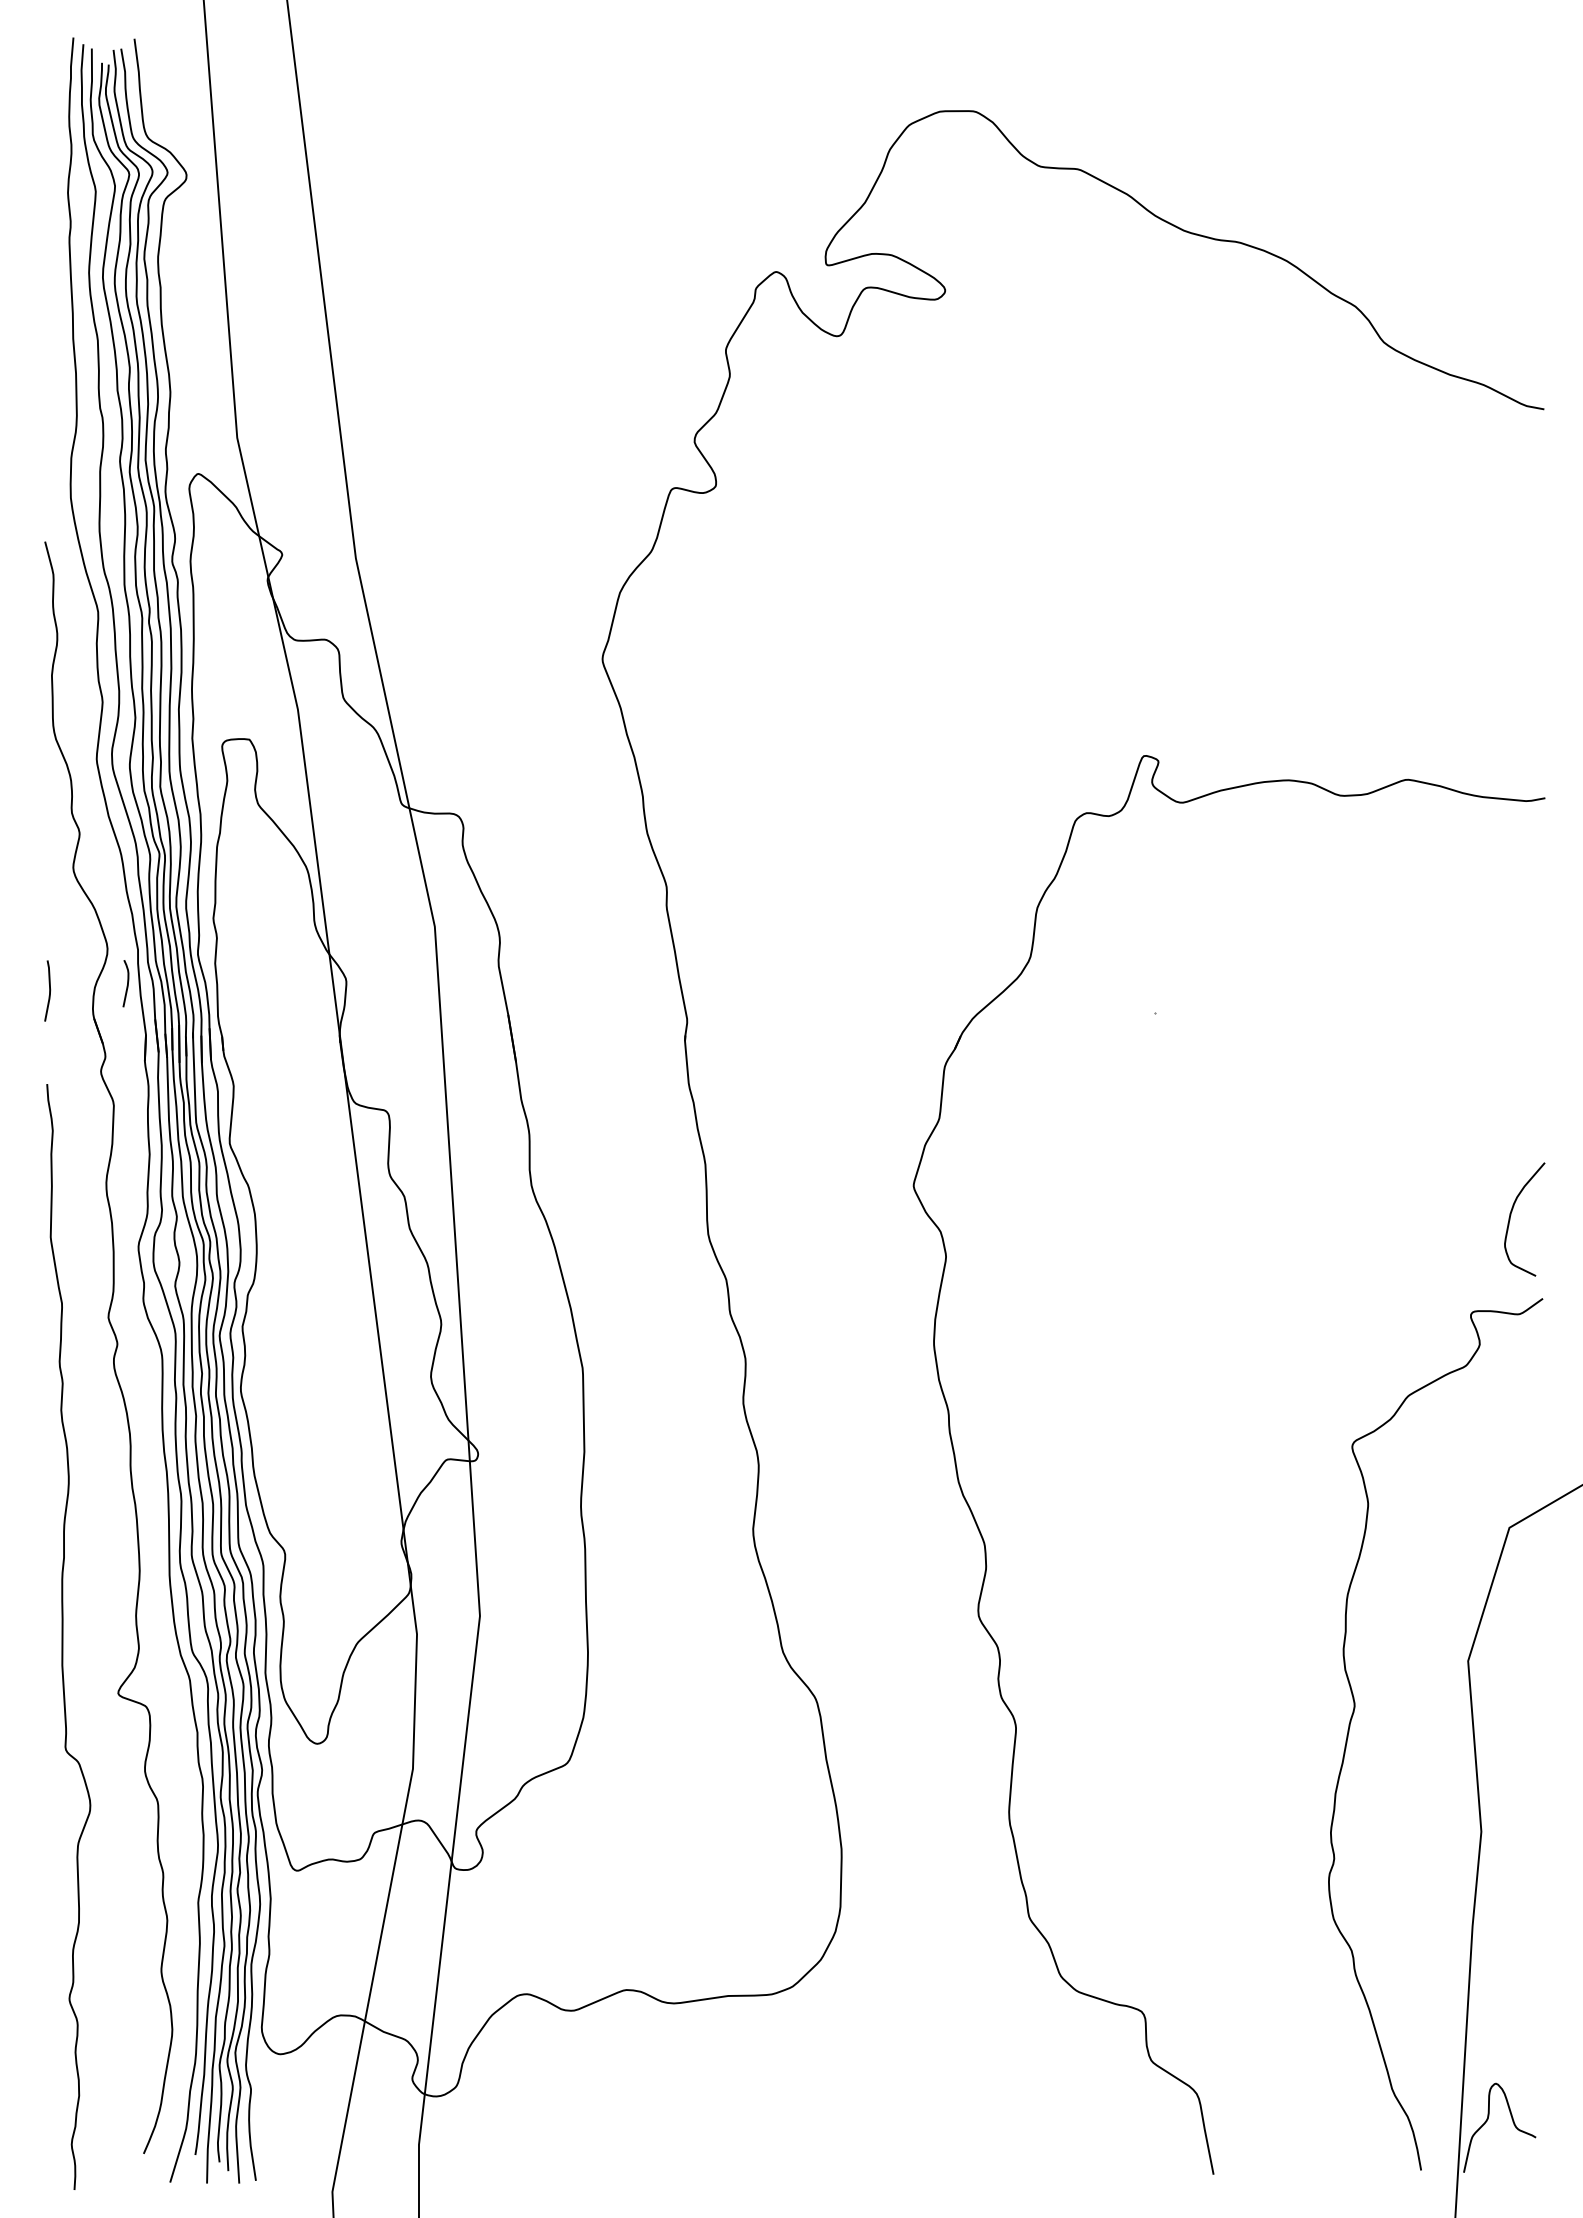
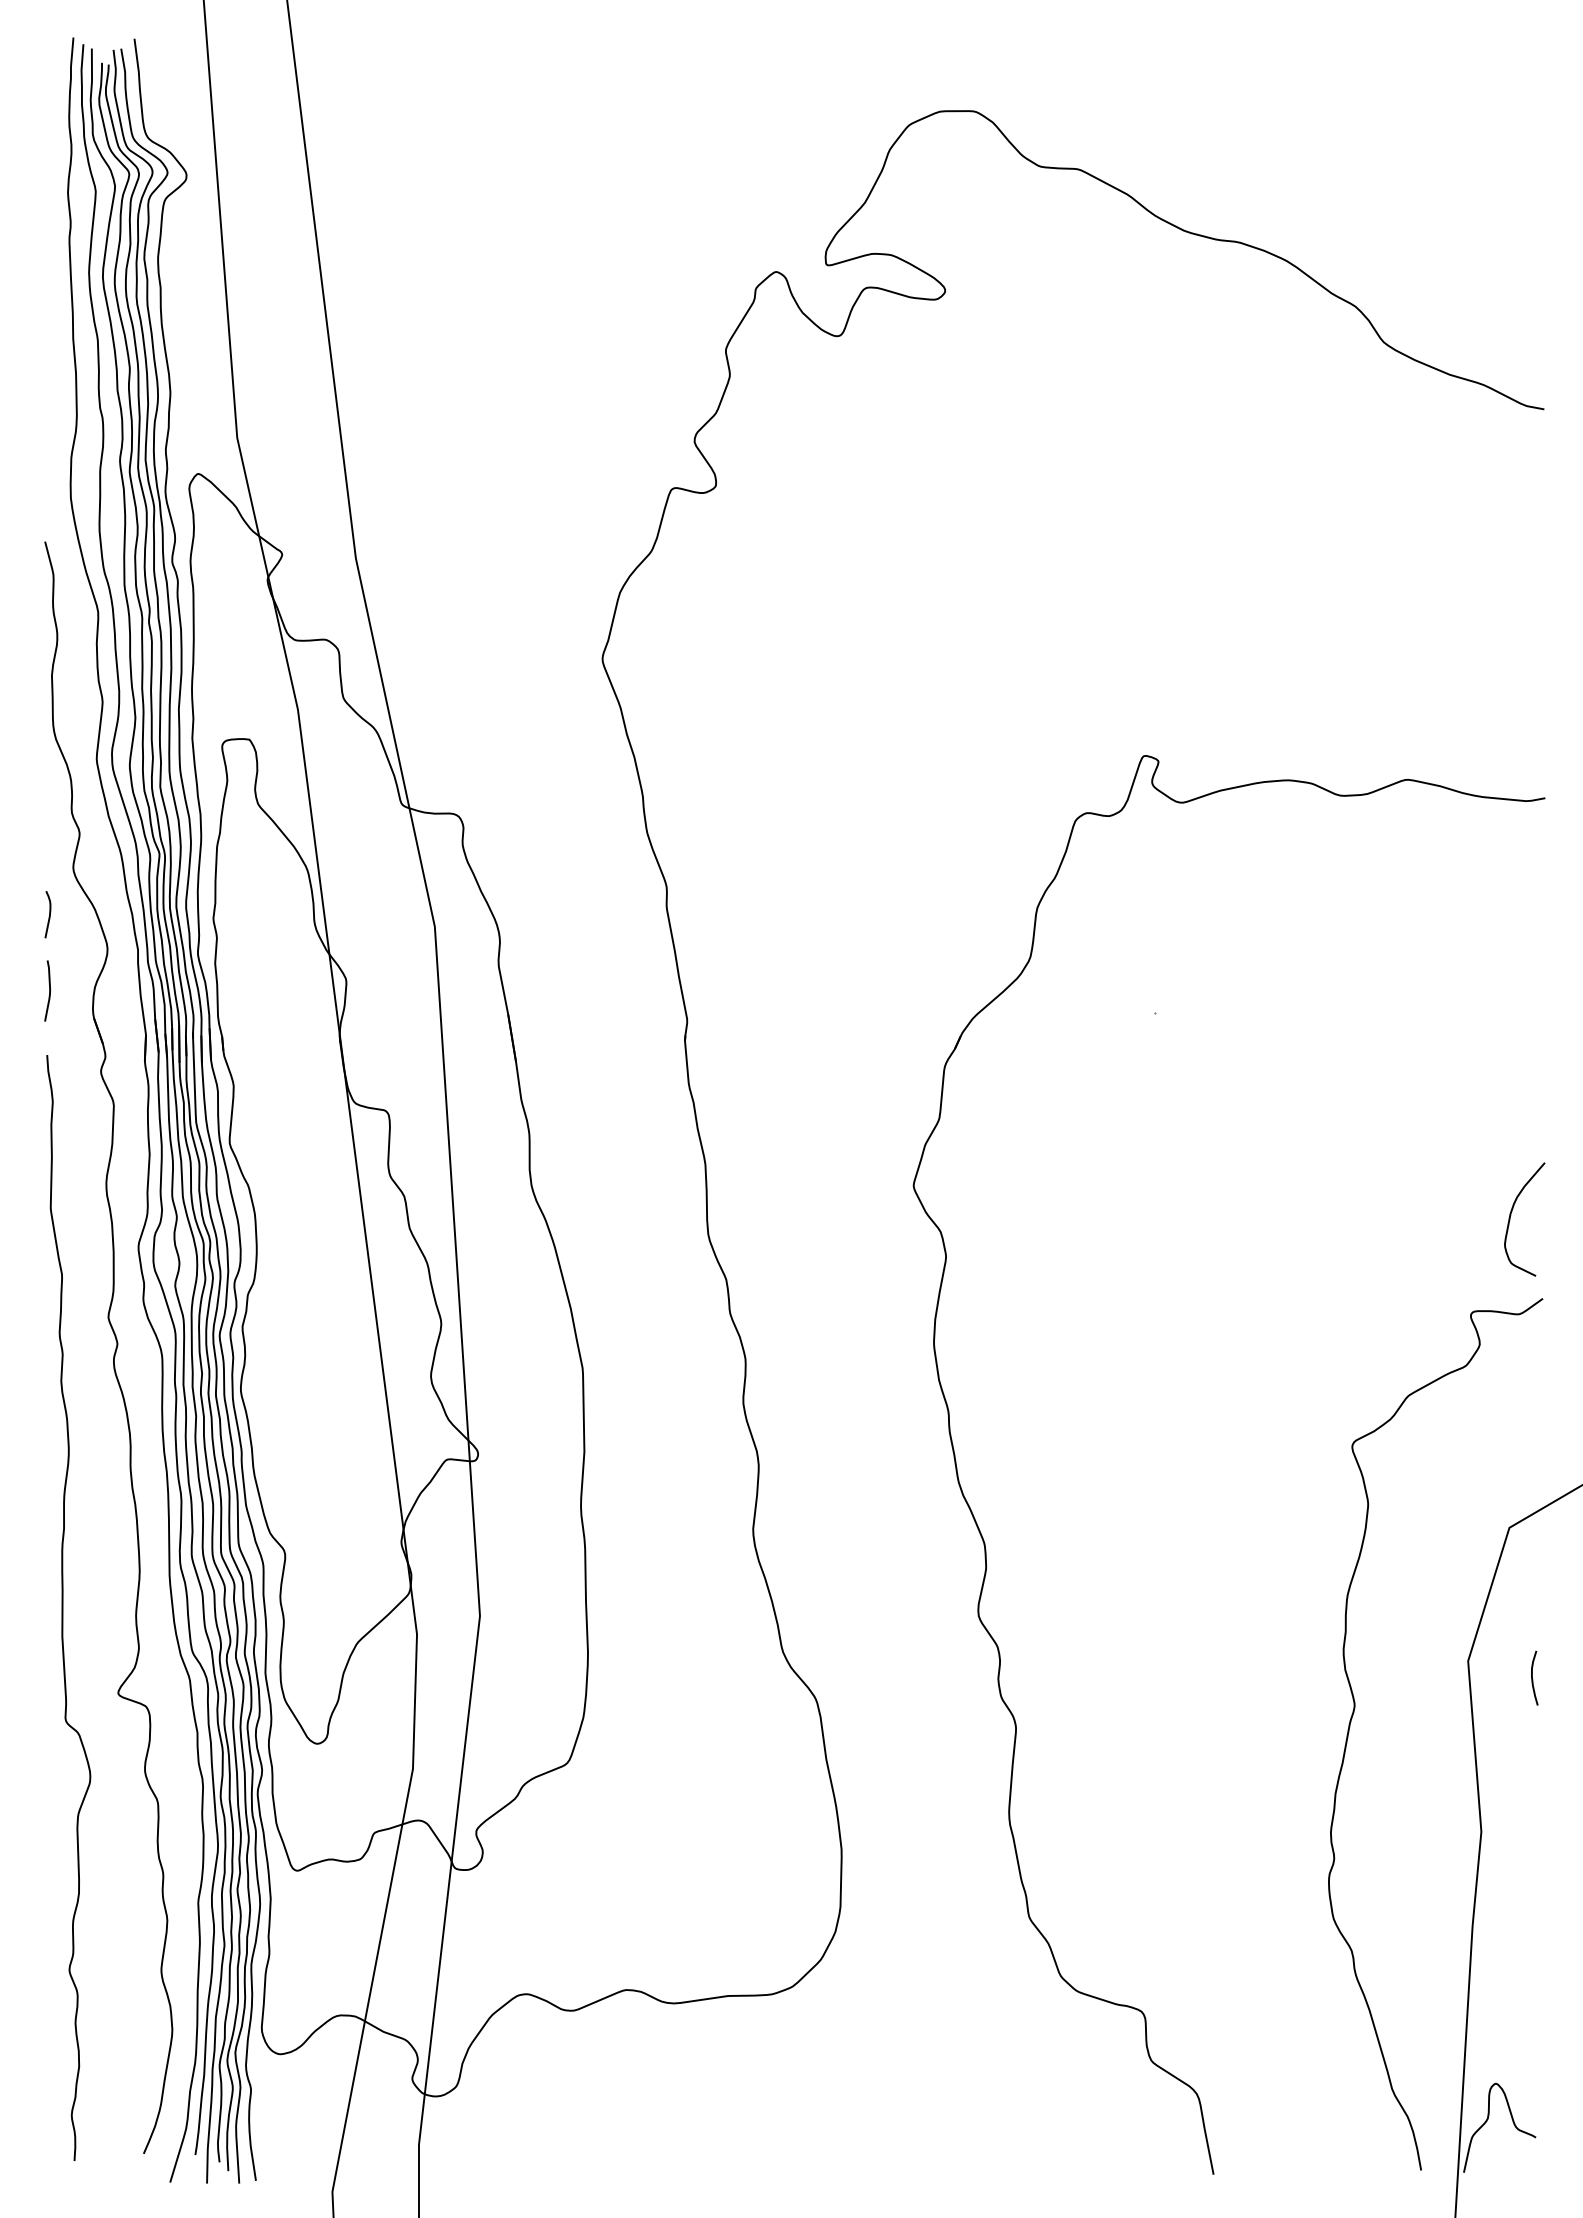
curve at (127, 983) position: (127, 983) -> (49, 914)
curve at (63, 1636) position: (63, 1636) -> (63, 1607)
curve at (1532, 1677): none -> present
